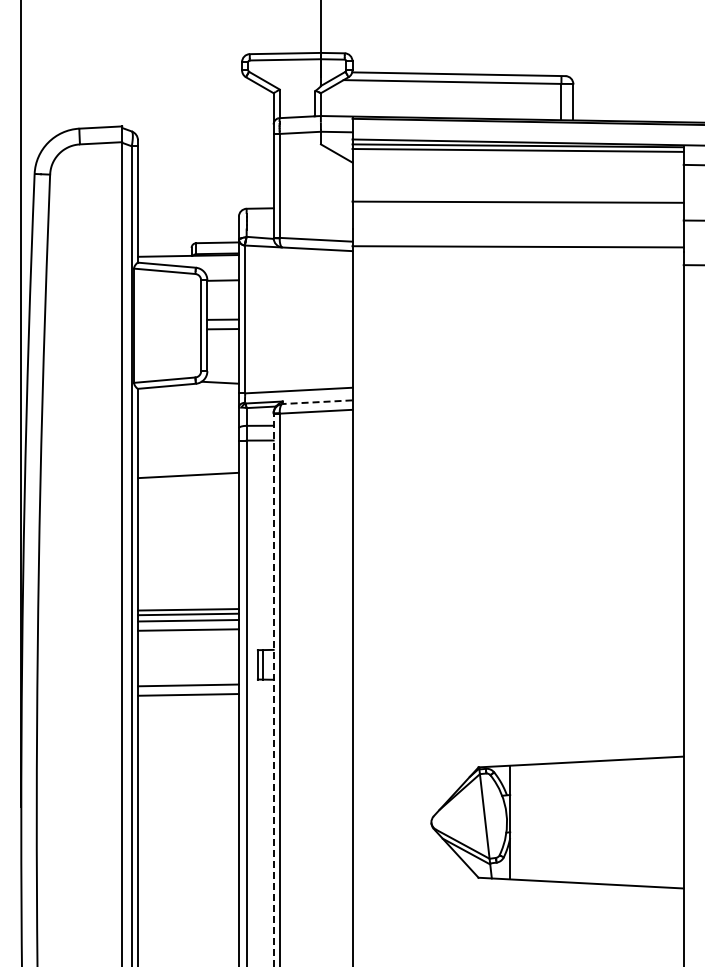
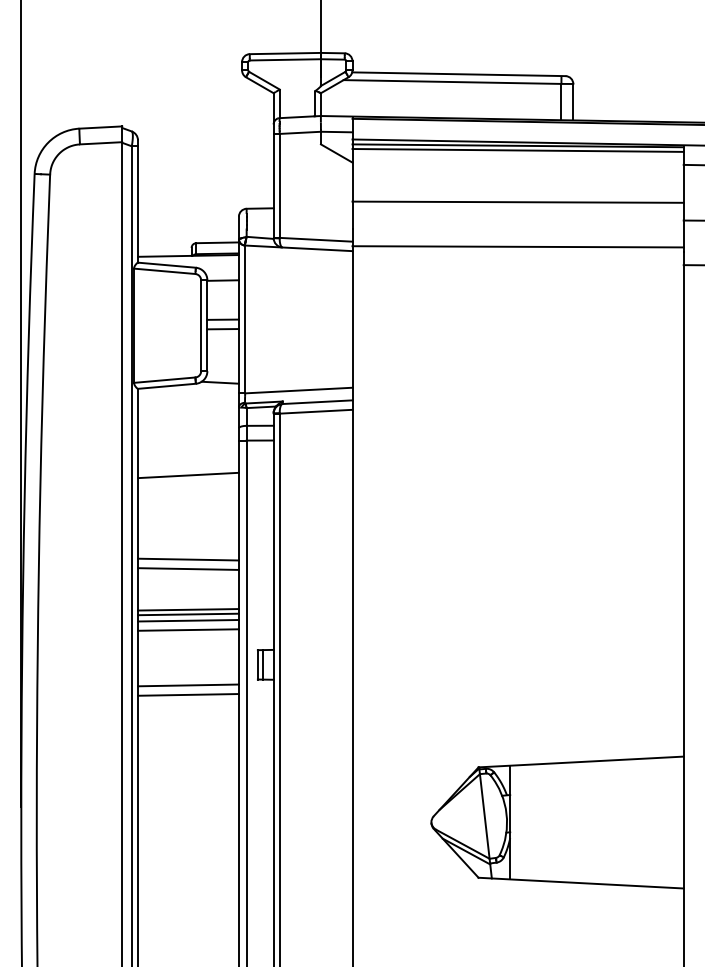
line at (317, 402): dashed -> solid
line at (188, 559): none -> present
line at (188, 568): none -> present
line at (273, 689): dashed -> solid
